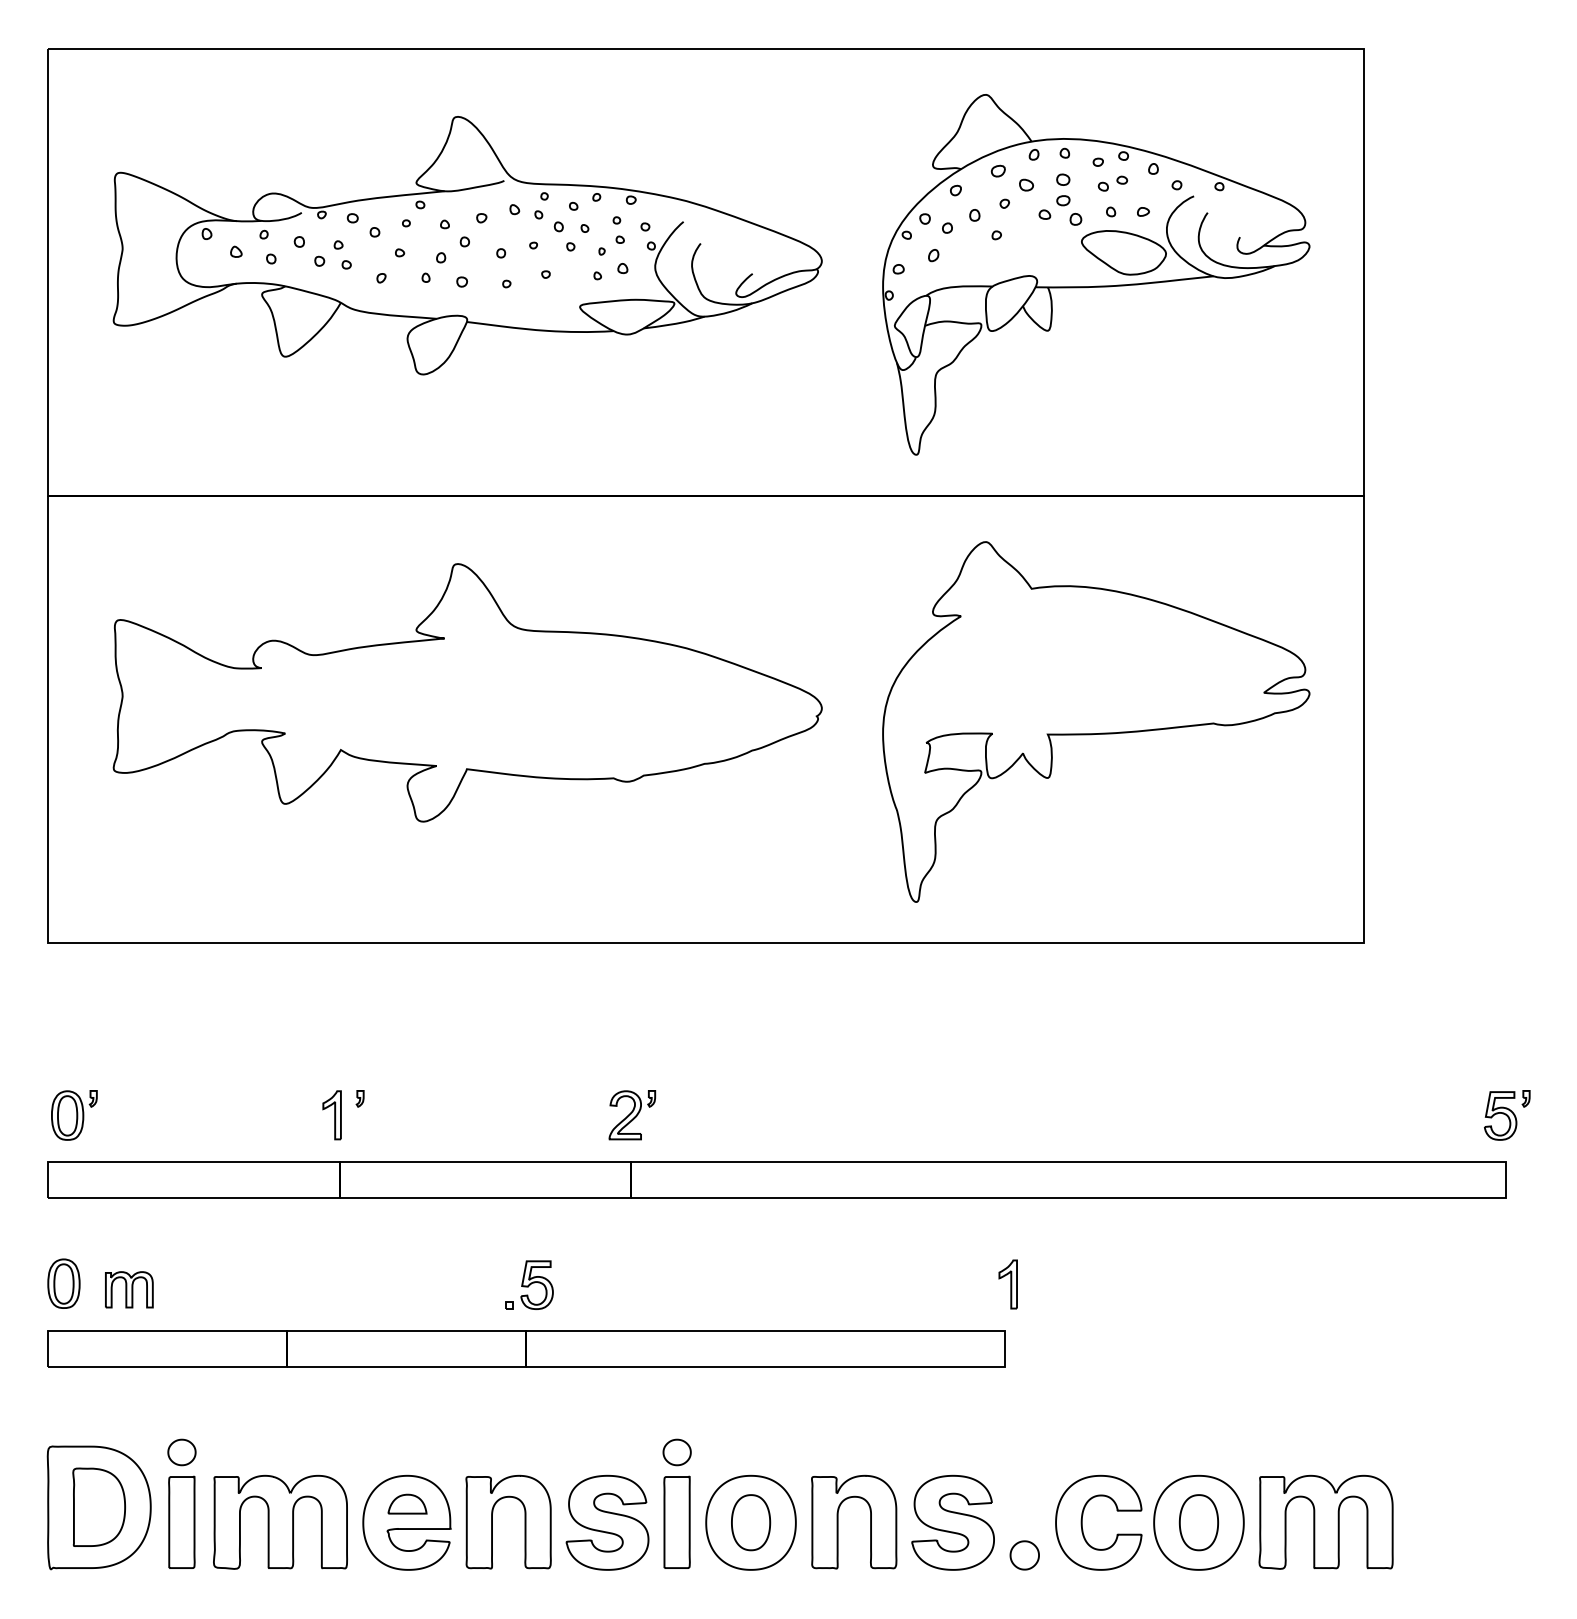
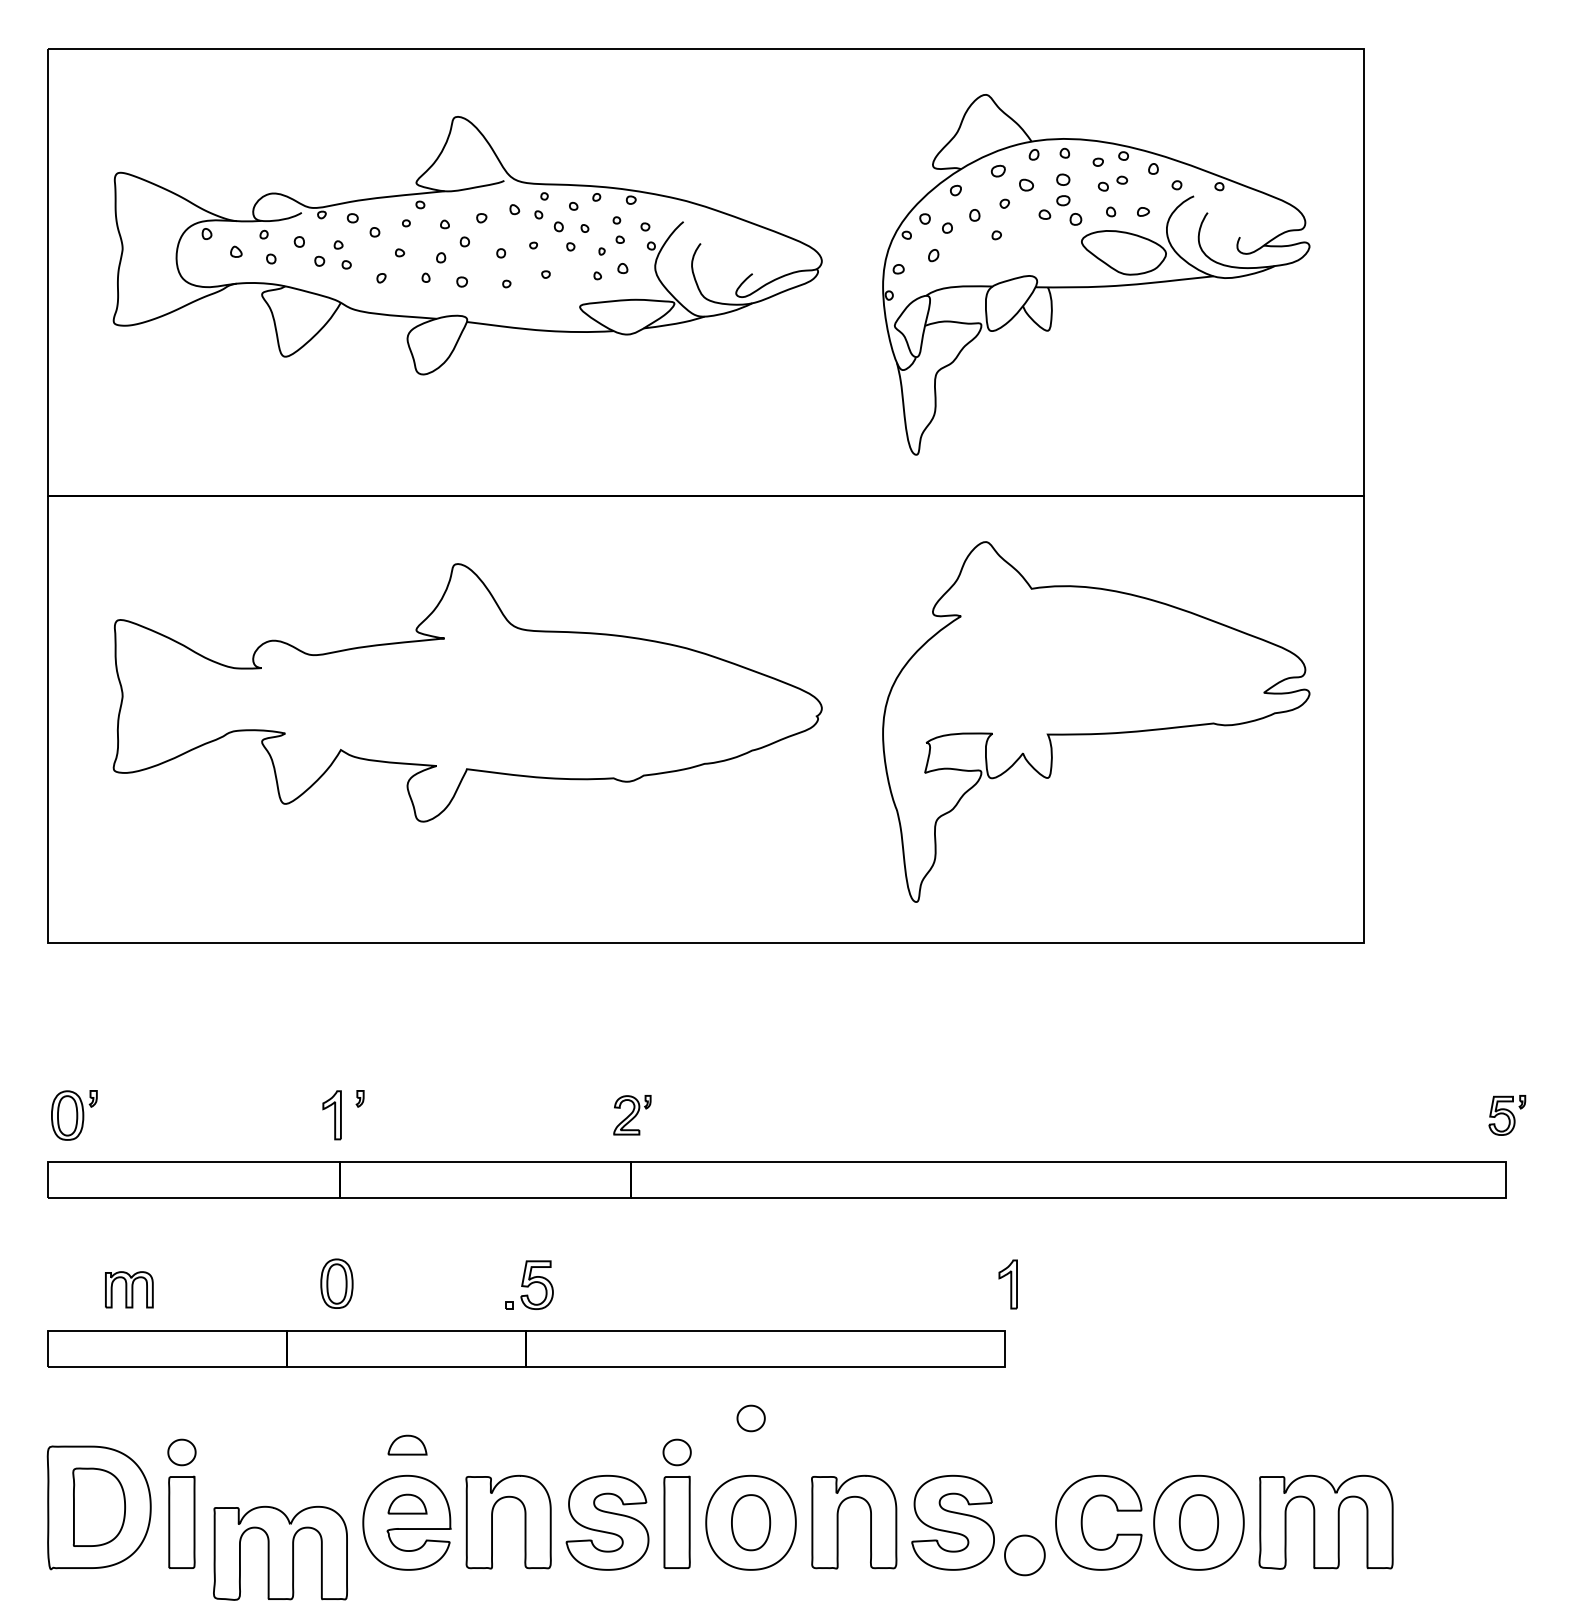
part at (632, 1115) size: 49x51 px -> 39x41 px
part at (1507, 1115) size: 47x51 px -> 39x41 px
part at (63, 1283) position: (63, 1283) -> (336, 1283)
part at (750, 1418): none -> present
part at (407, 1444): none -> present
part at (280, 1521) position: (280, 1521) -> (280, 1552)
part at (1024, 1555) size: 31x31 px -> 42x43 px
